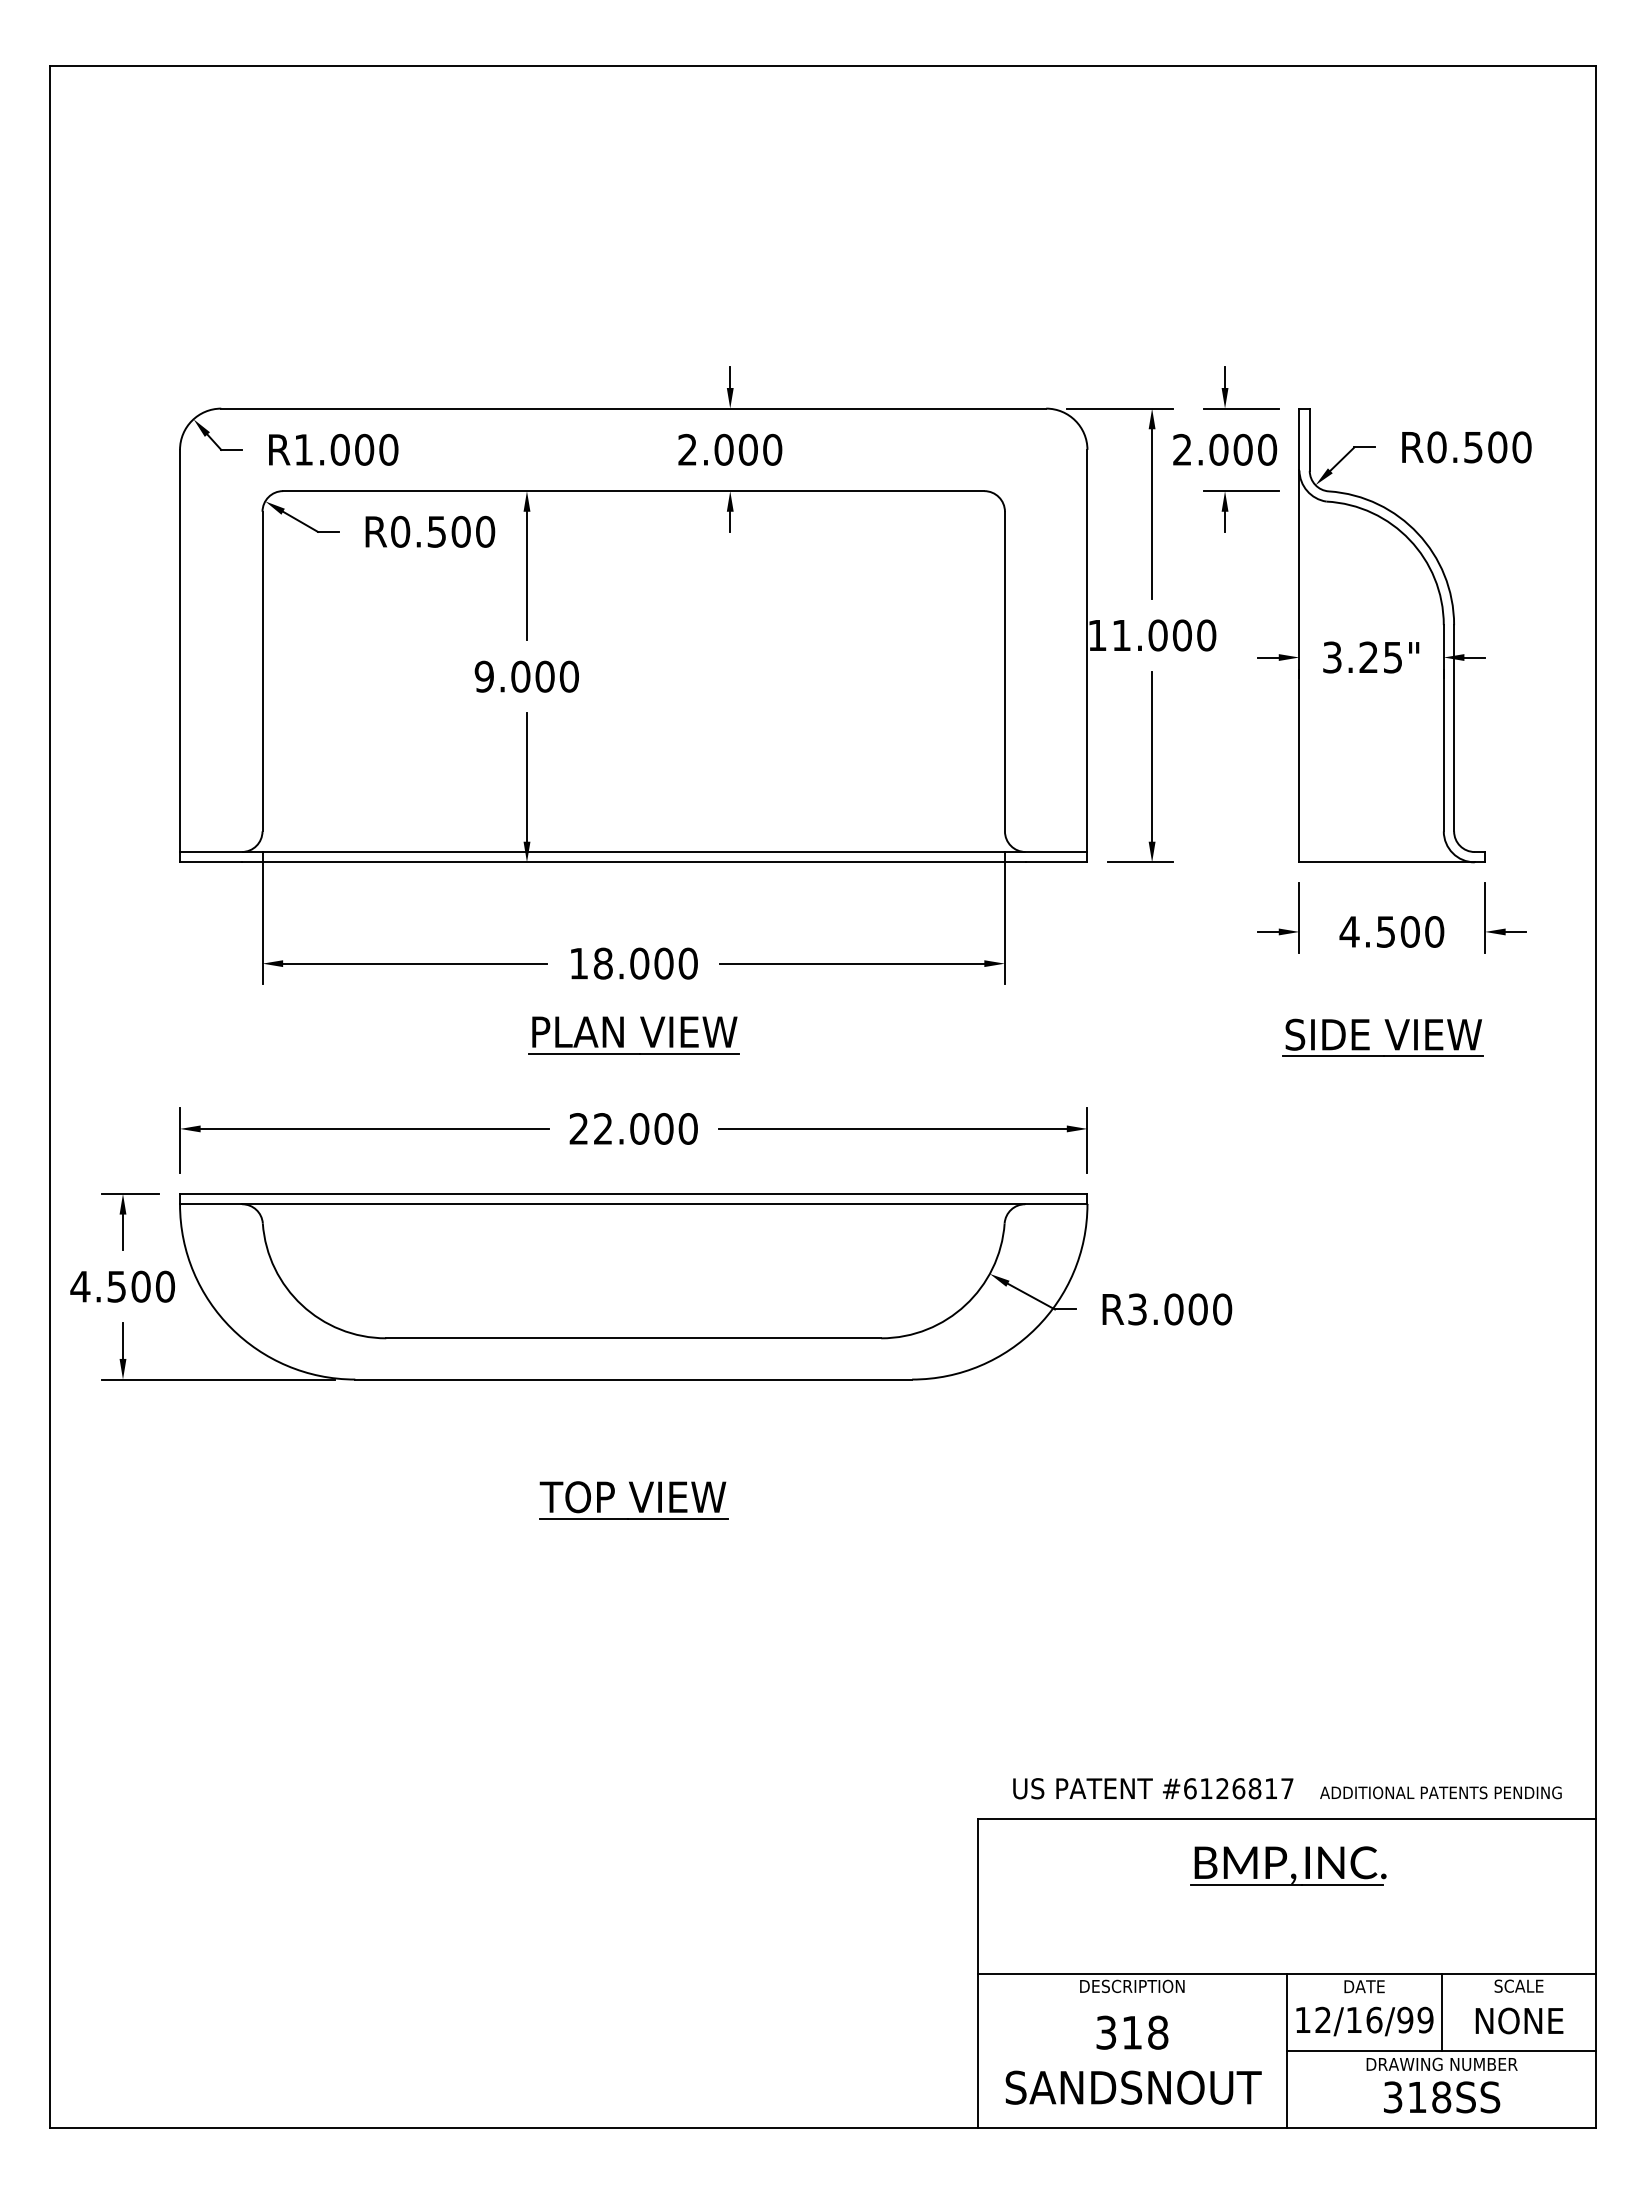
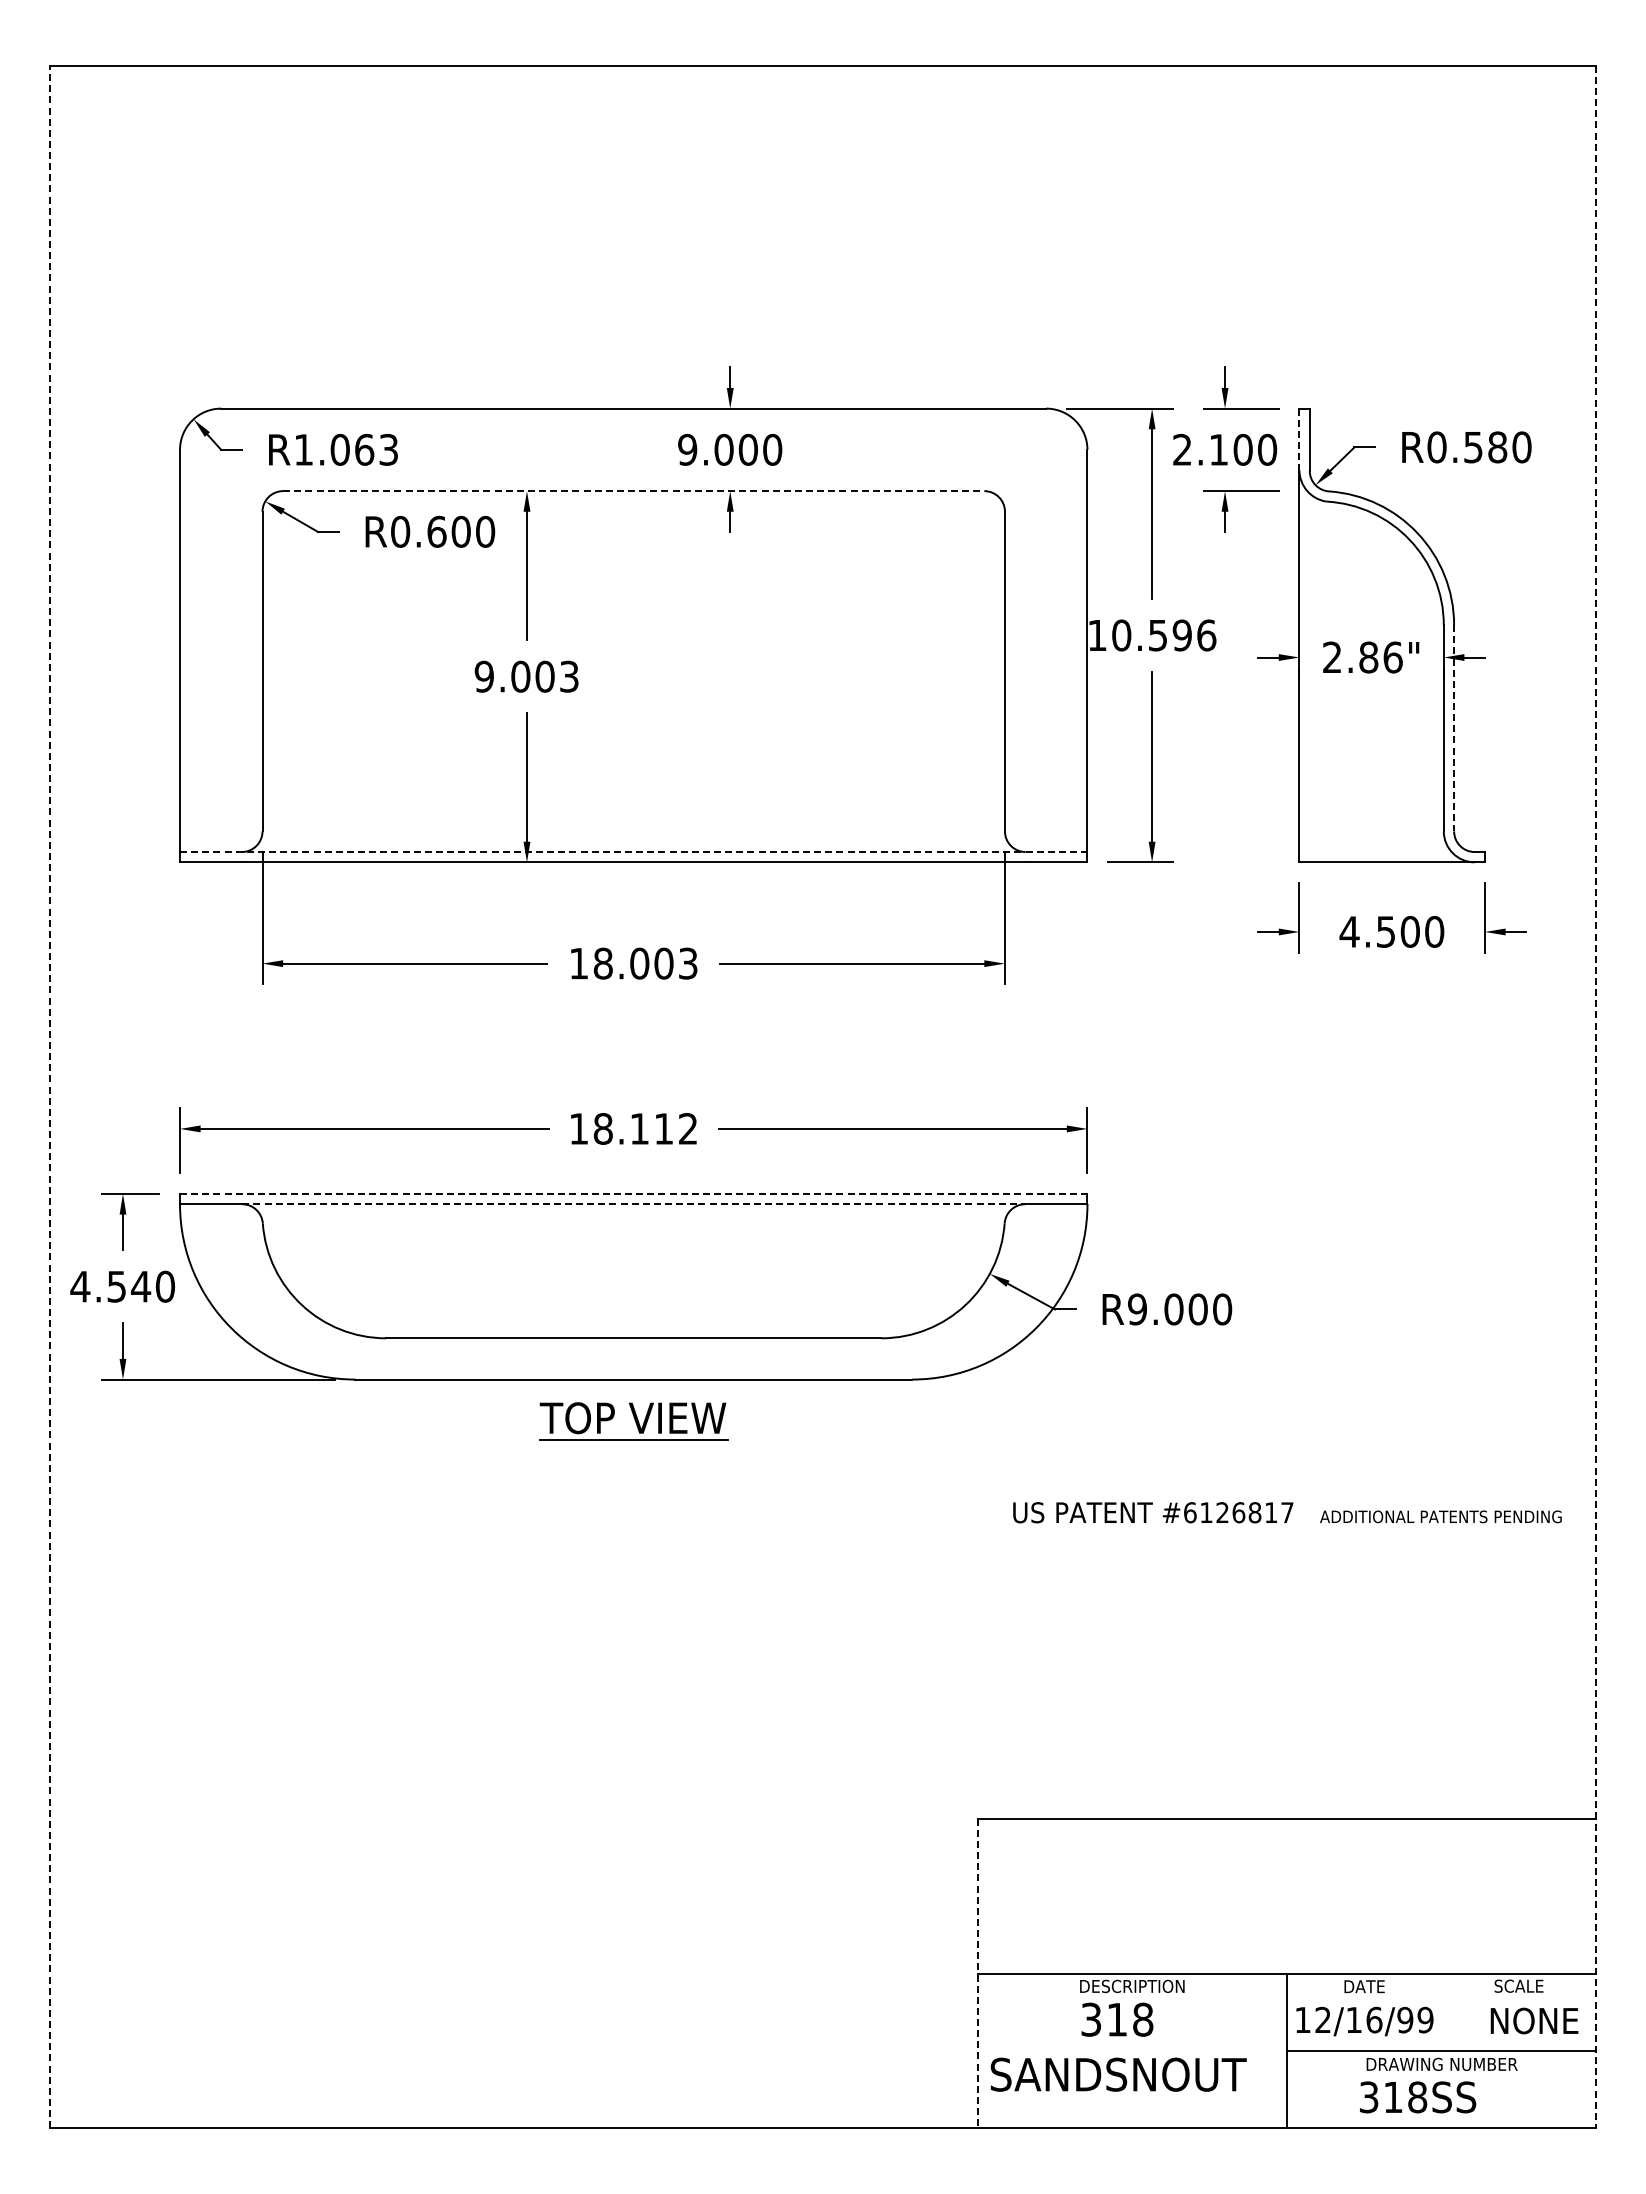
line at (1299, 439): solid -> dashed
text at (1497, 447): R0.500 -> R0.580
text at (376, 449): R1.000 -> R1.063
text at (687, 449): 2.000 -> 9.000
text at (1218, 449): 2.000 -> 2.100
line at (633, 491): solid -> dashed
text at (436, 531): R0.500 -> R0.600
text at (1164, 635): 11.000 -> 10.596
text at (1362, 657): 3.25" -> 2.86"
text at (568, 676): 9.000 -> 9.003
line at (1454, 728): solid -> dashed
line at (633, 852): solid -> dashed
text at (687, 963): 18.000 -> 18.003
part at (1389, 1034): present -> none
part at (623, 1035): present -> none
line at (49, 1096): solid -> dashed
line at (1596, 1097): solid -> dashed
text at (633, 1128): 22.000 -> 18.112
line at (633, 1193): solid -> dashed
line at (634, 1204): solid -> dashed
text at (141, 1286): 4.500 -> 4.540
text at (1137, 1309): R3.000 -> R9.000
part at (633, 1500) position: (633, 1500) -> (633, 1421)
text at (1287, 1788) position: (1287, 1788) -> (1287, 1512)
part at (1288, 1865): present -> none
line at (977, 1973): solid -> dashed
line at (1441, 2011): present -> none
text at (1519, 2020) position: (1519, 2020) -> (1534, 2020)
text at (1133, 2059) position: (1133, 2059) -> (1118, 2046)
text at (1442, 2097) position: (1442, 2097) -> (1418, 2097)
